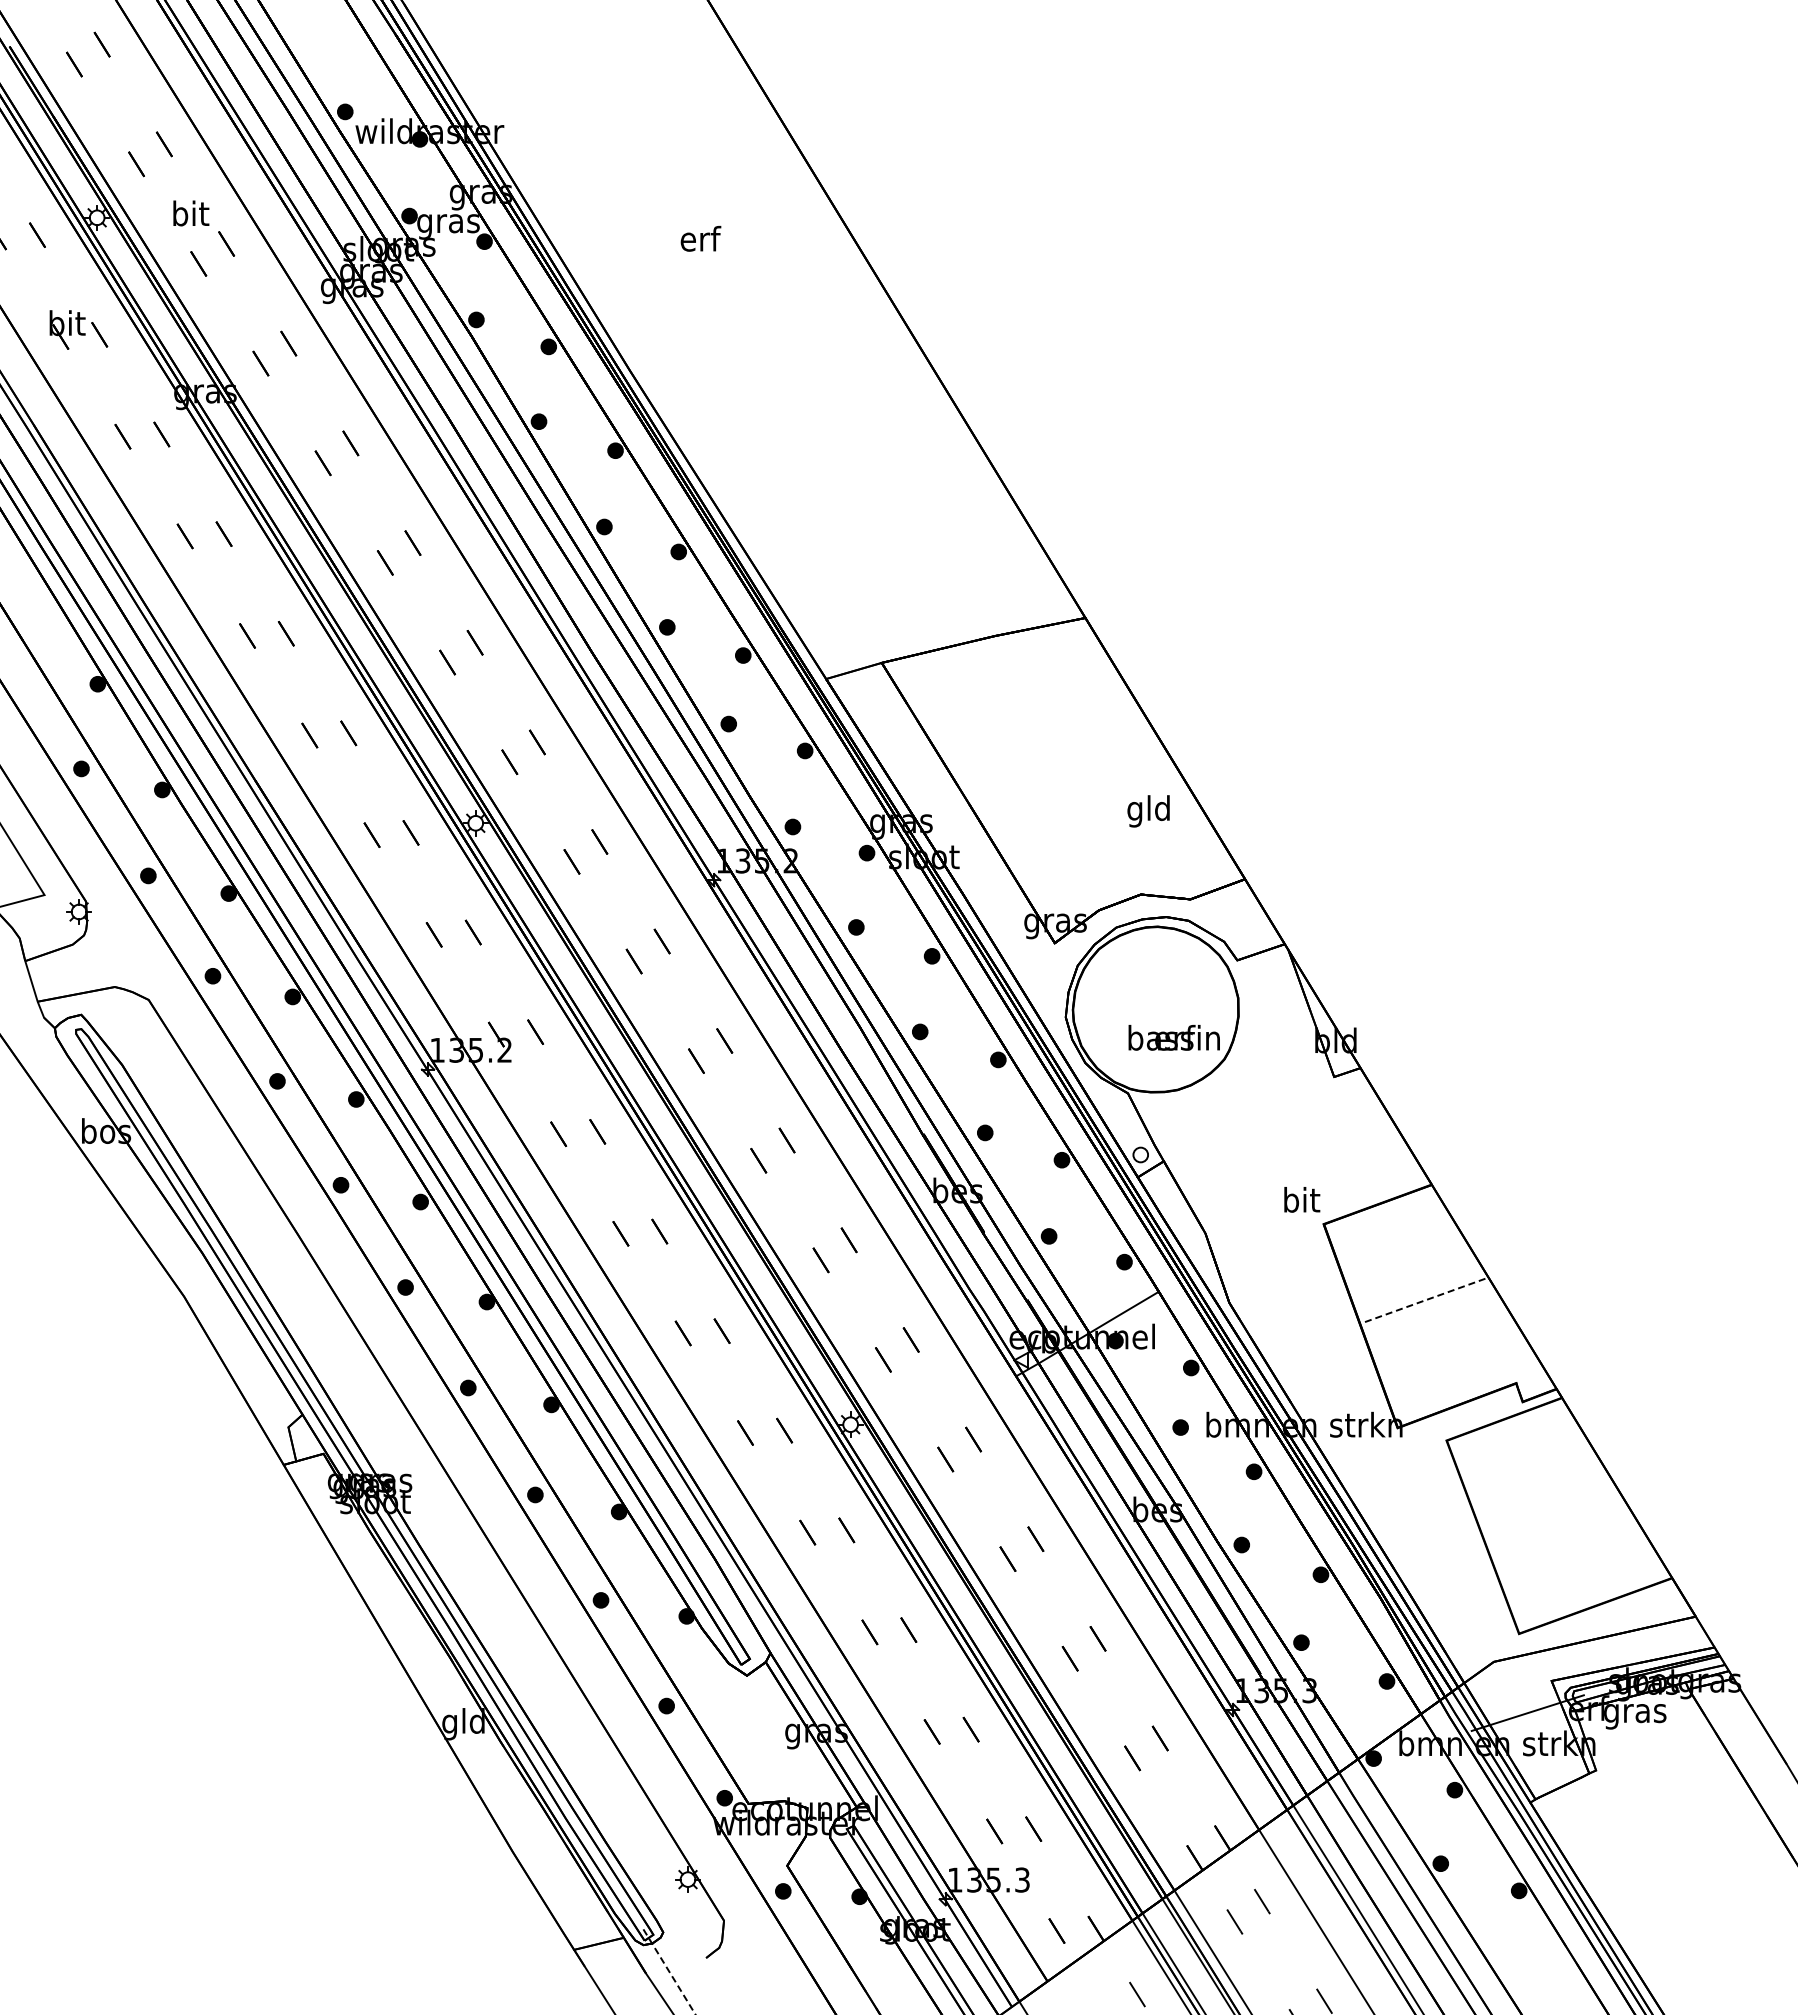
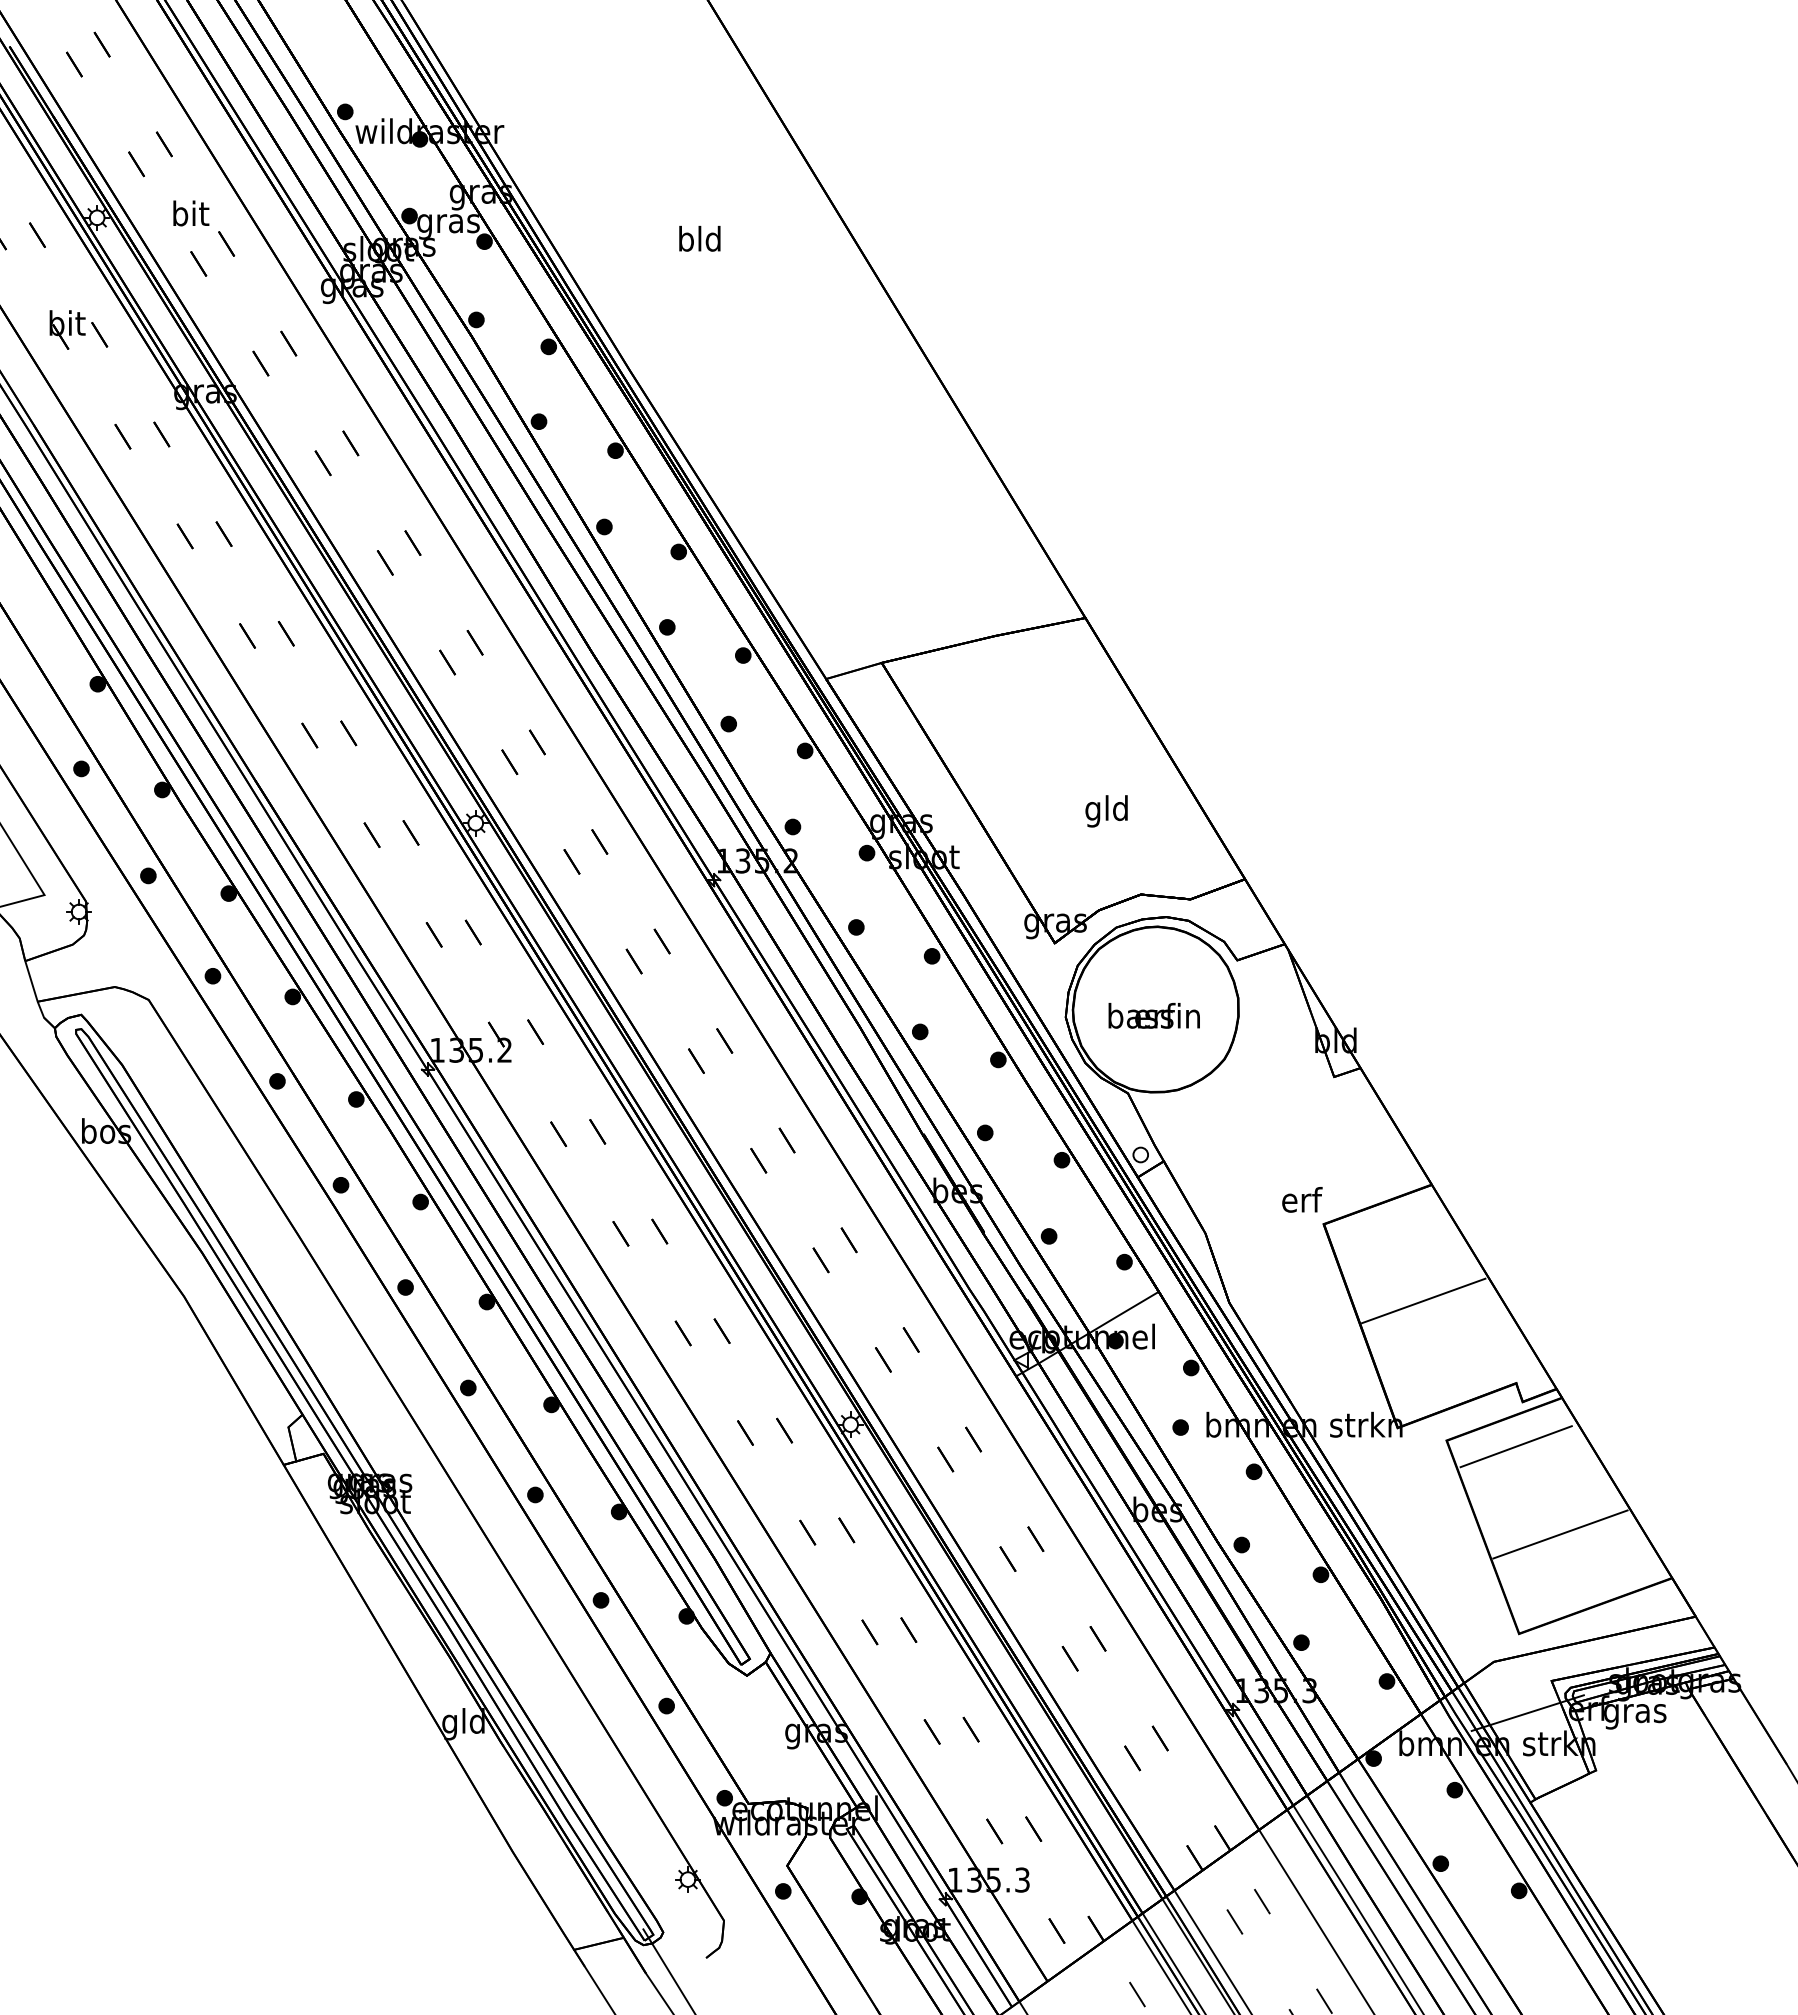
text at (700, 238): erf -> bld
text at (1148, 811) position: (1148, 811) -> (1106, 811)
text at (1173, 1037) position: (1173, 1037) -> (1153, 1015)
text at (1302, 1199): bit -> erf
line at (1423, 1300): dashed -> solid
line at (1515, 1446): none -> present
line at (1560, 1534): none -> present
line at (669, 1971): dashed -> solid
